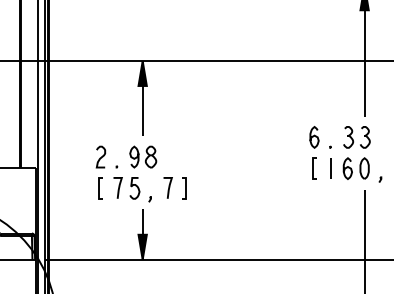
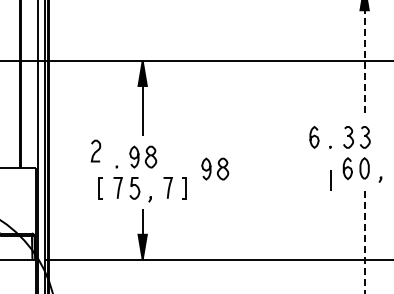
line at (364, 58): solid -> dashed
curve at (101, 156) position: (101, 156) -> (96, 150)
part at (215, 168): none -> present
line at (313, 168): present -> none
line at (330, 168) position: (330, 168) -> (330, 180)
line at (364, 241): solid -> dashed
